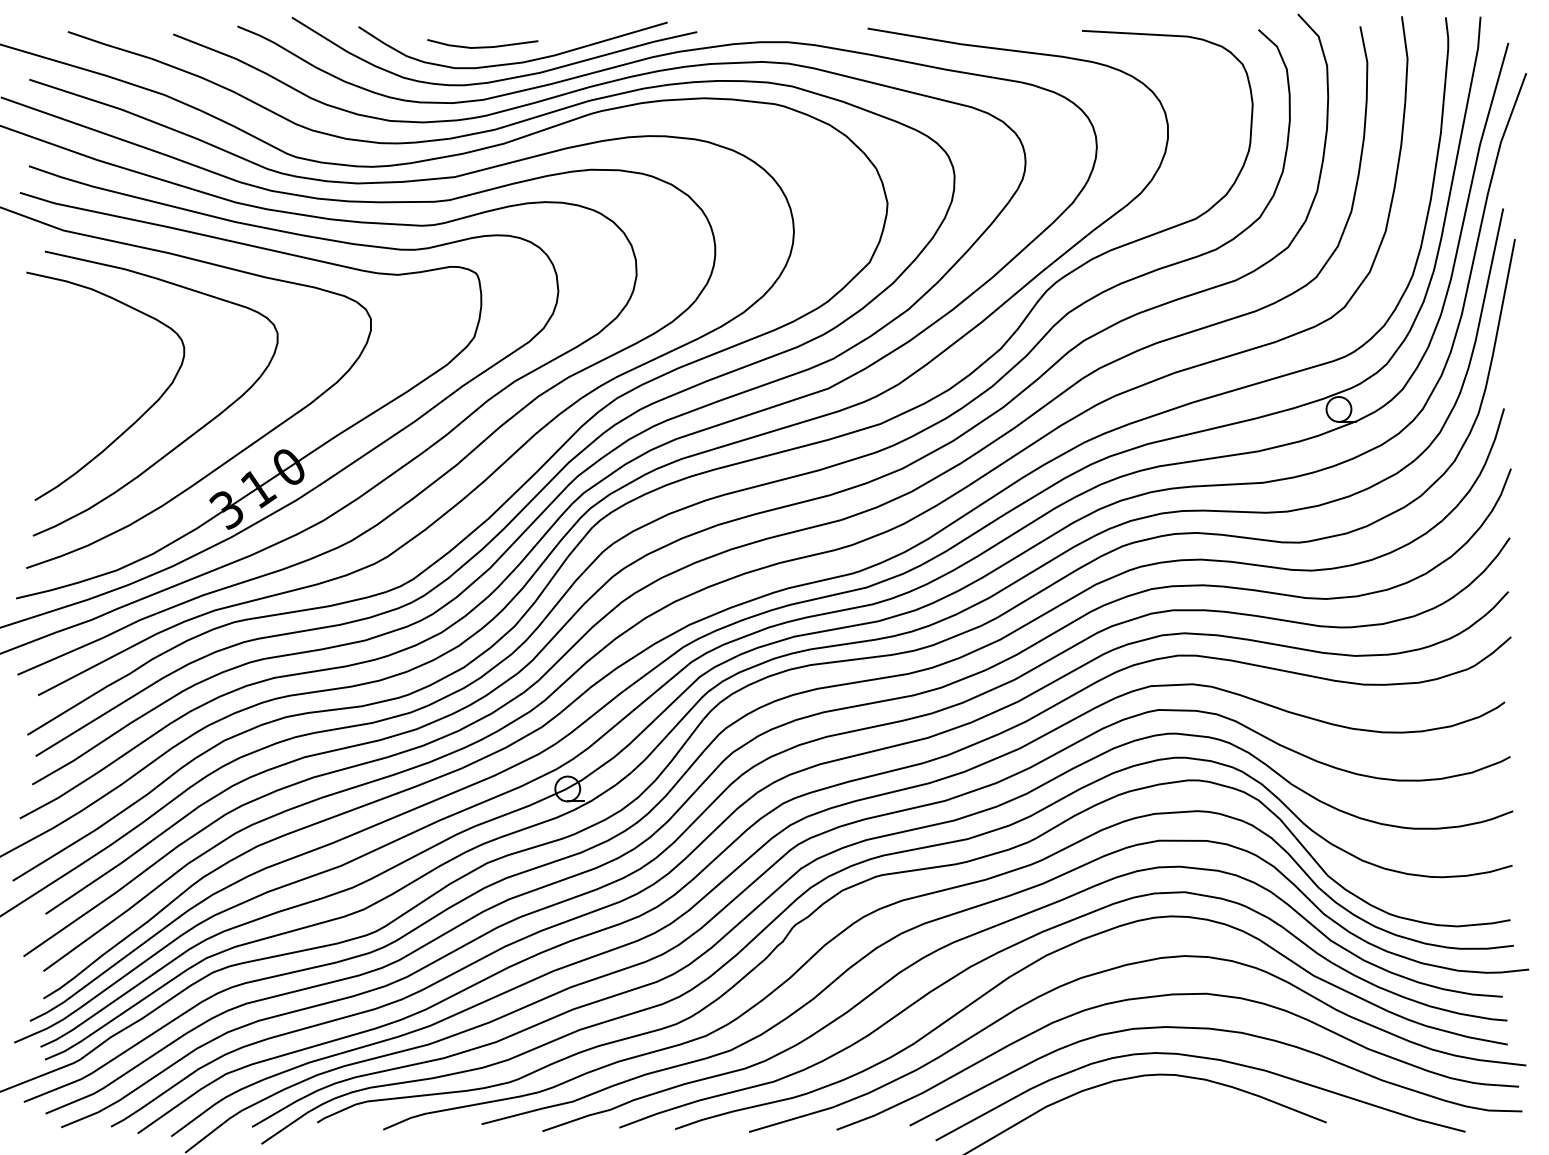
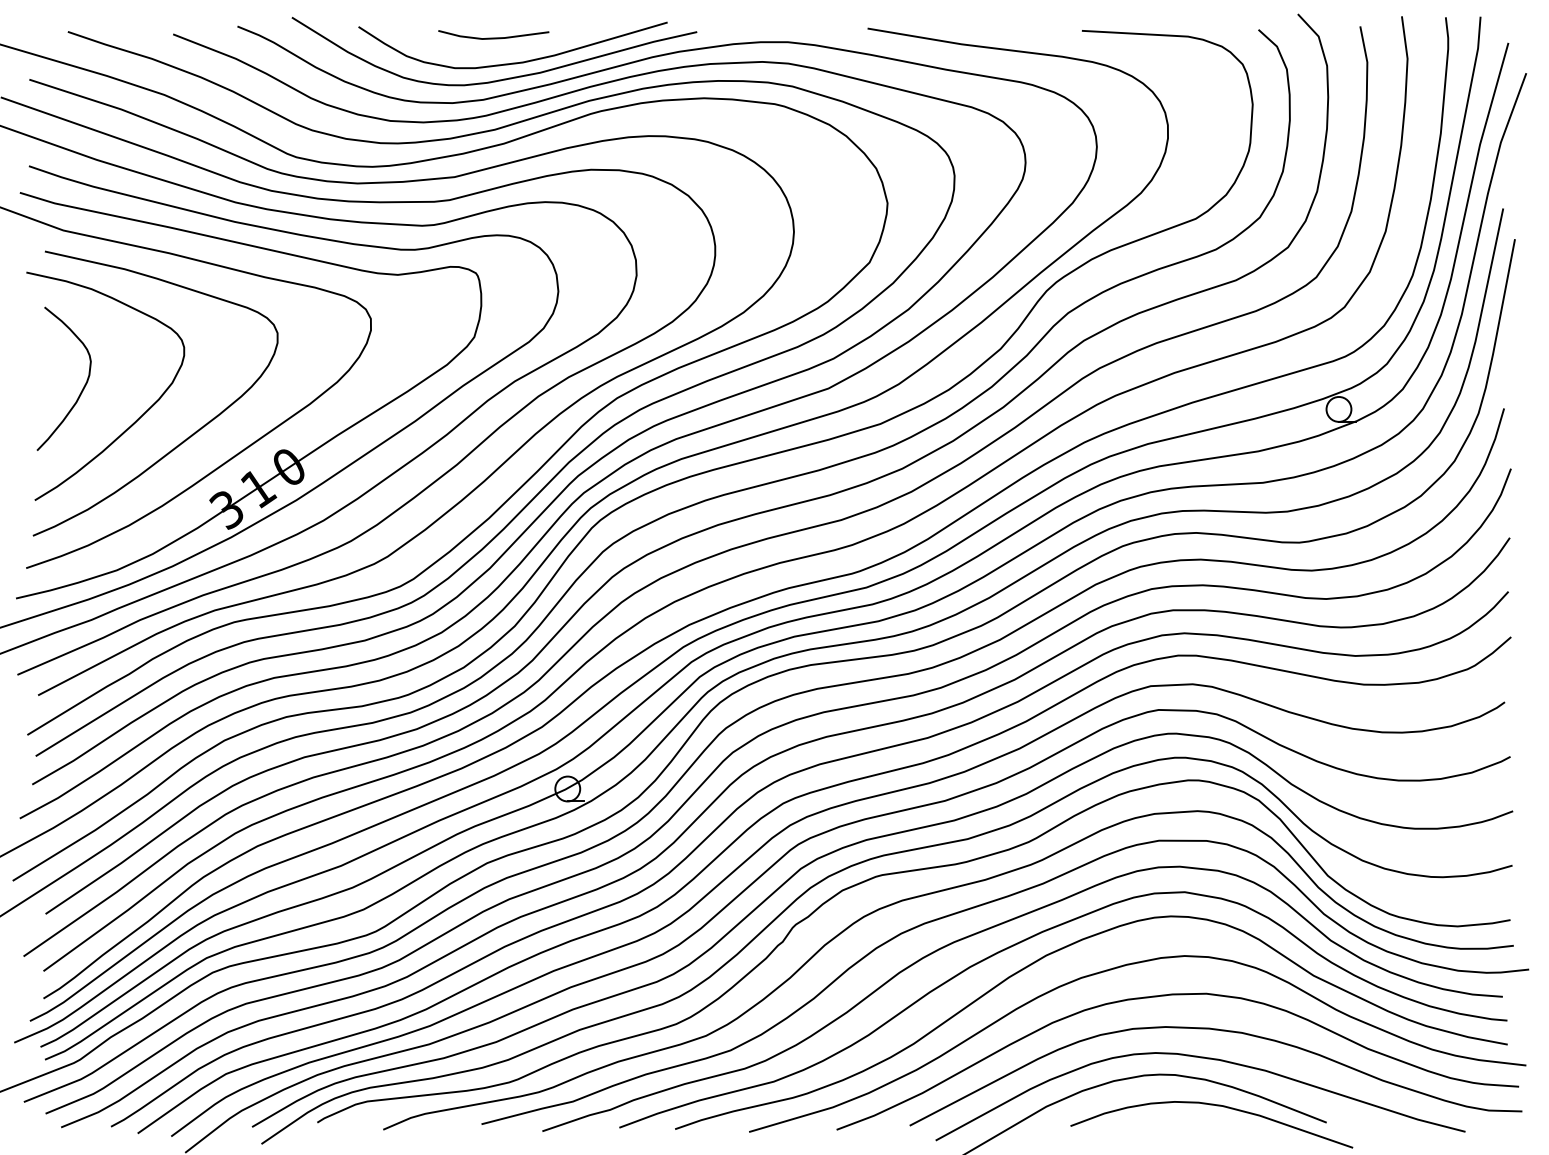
line at (482, 46) position: (482, 46) -> (493, 37)
curve at (82, 388): none -> present
curve at (1216, 1106): none -> present
